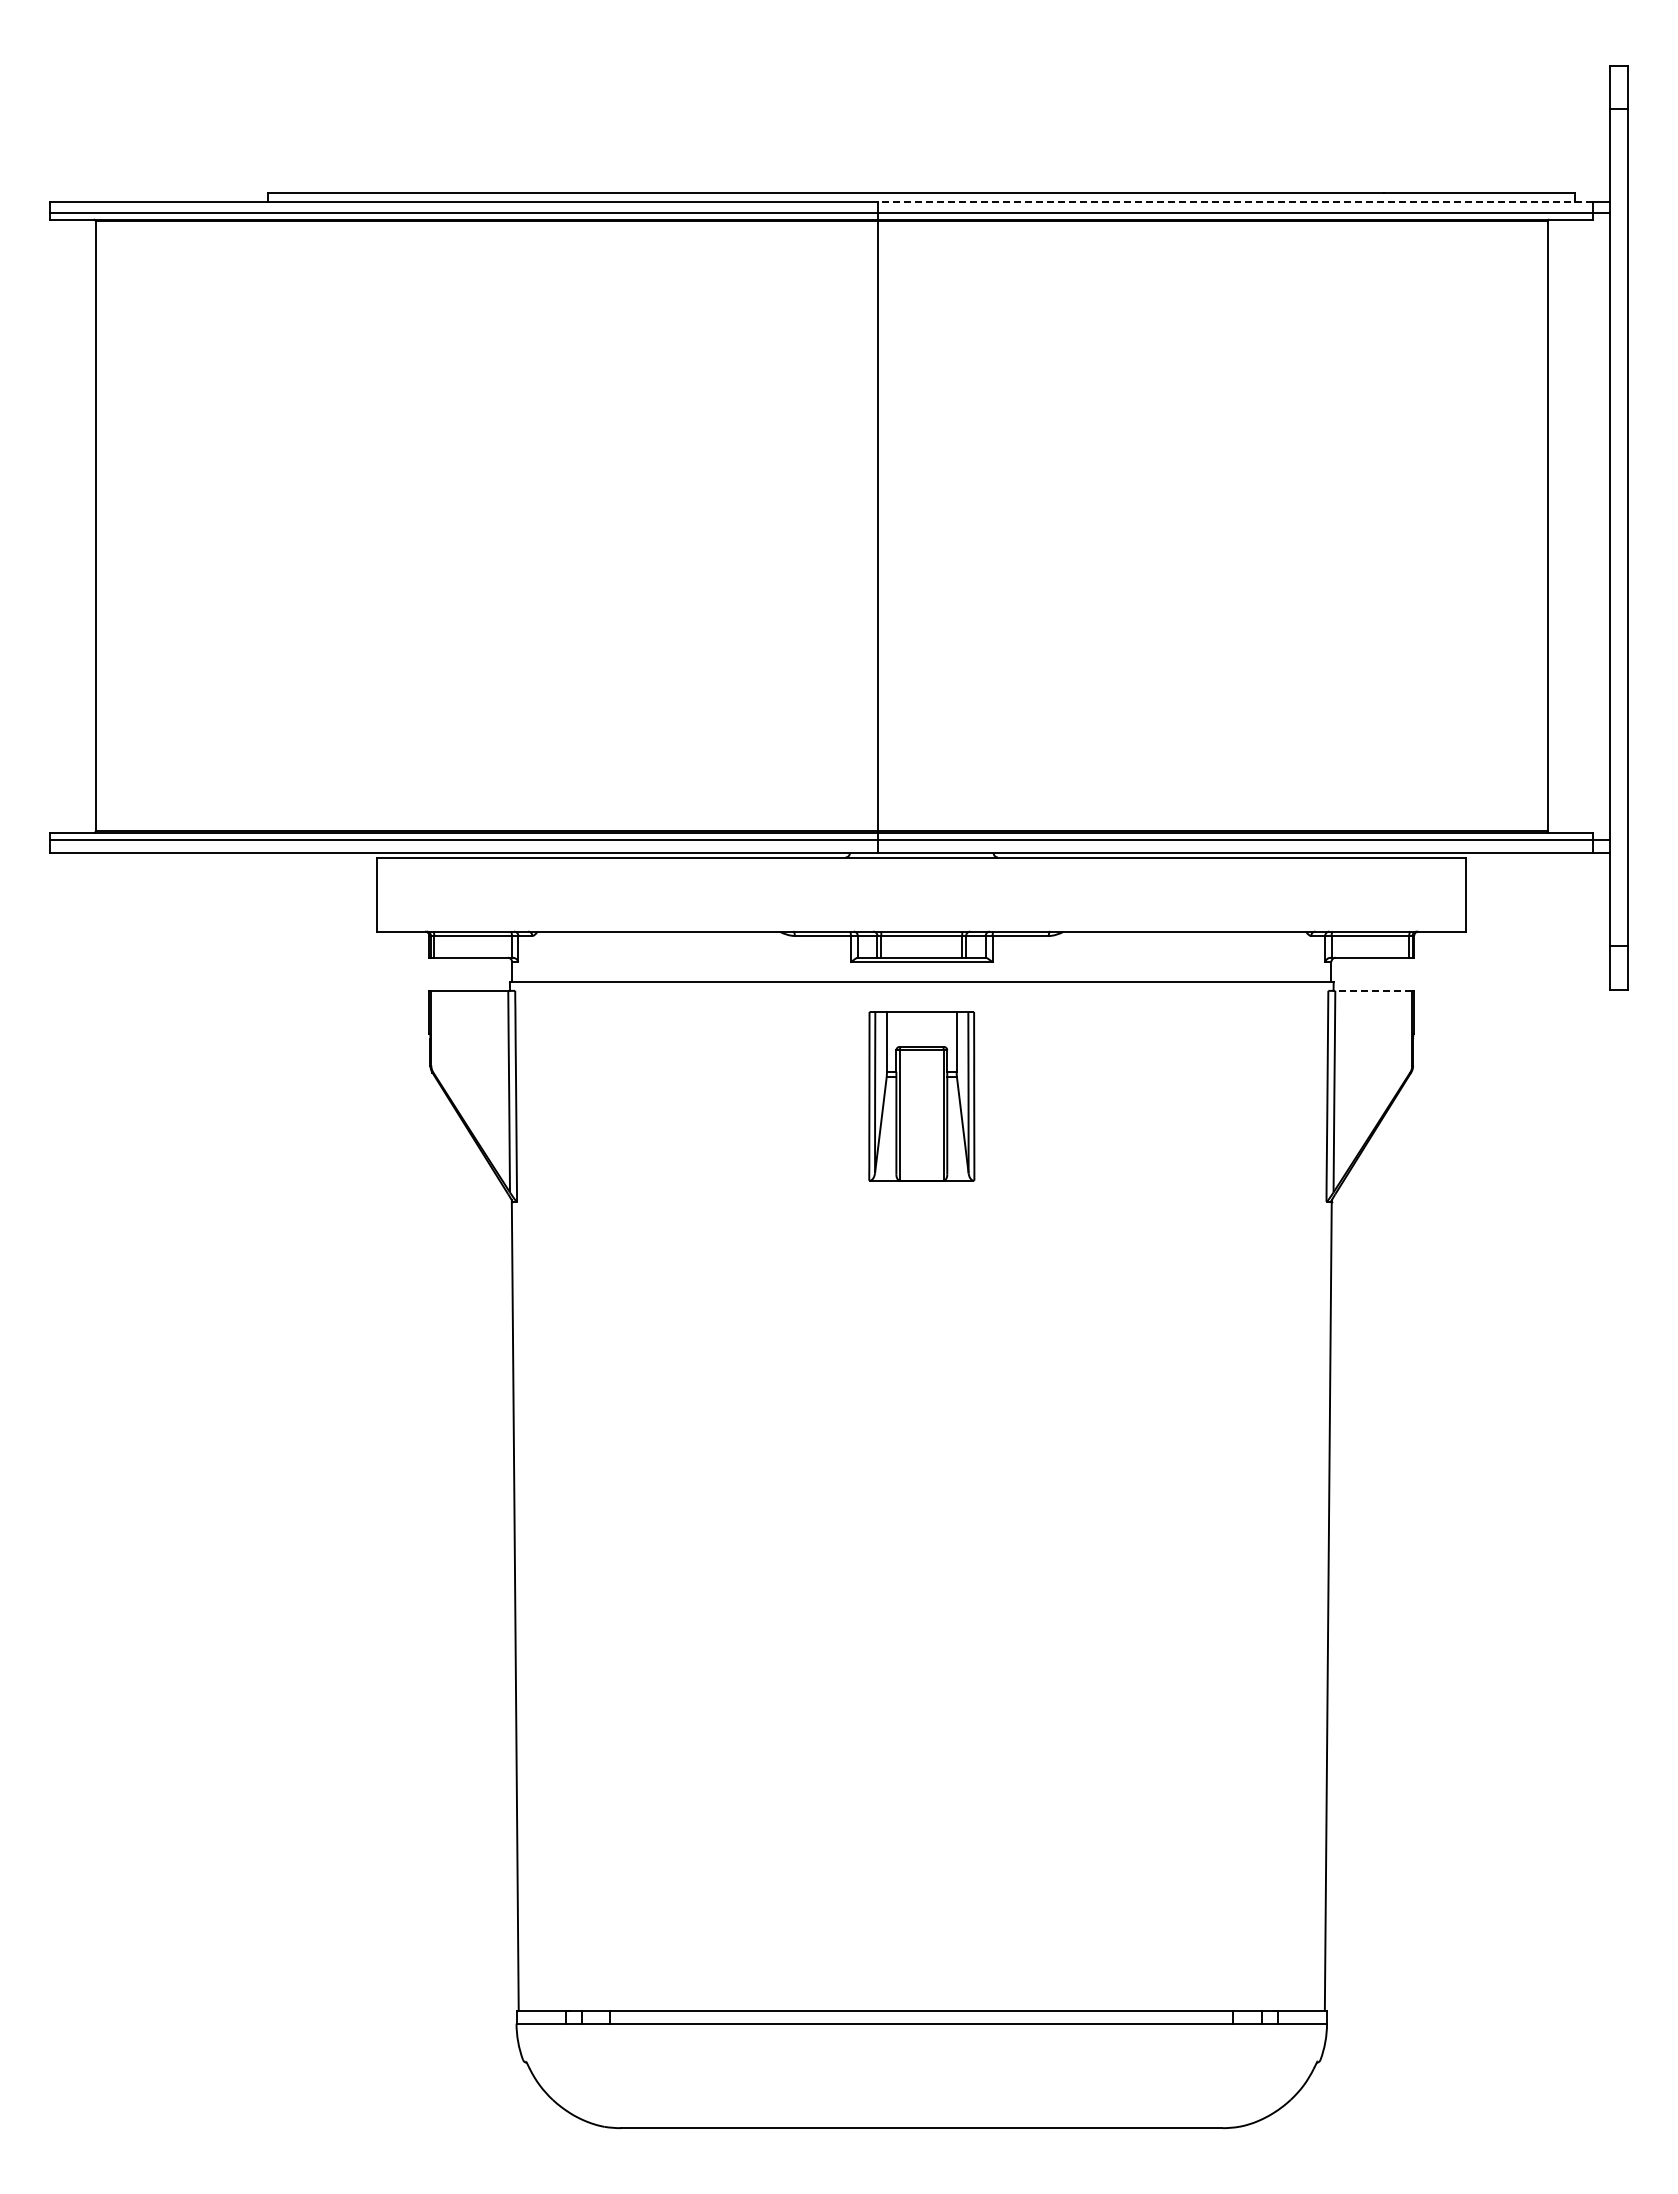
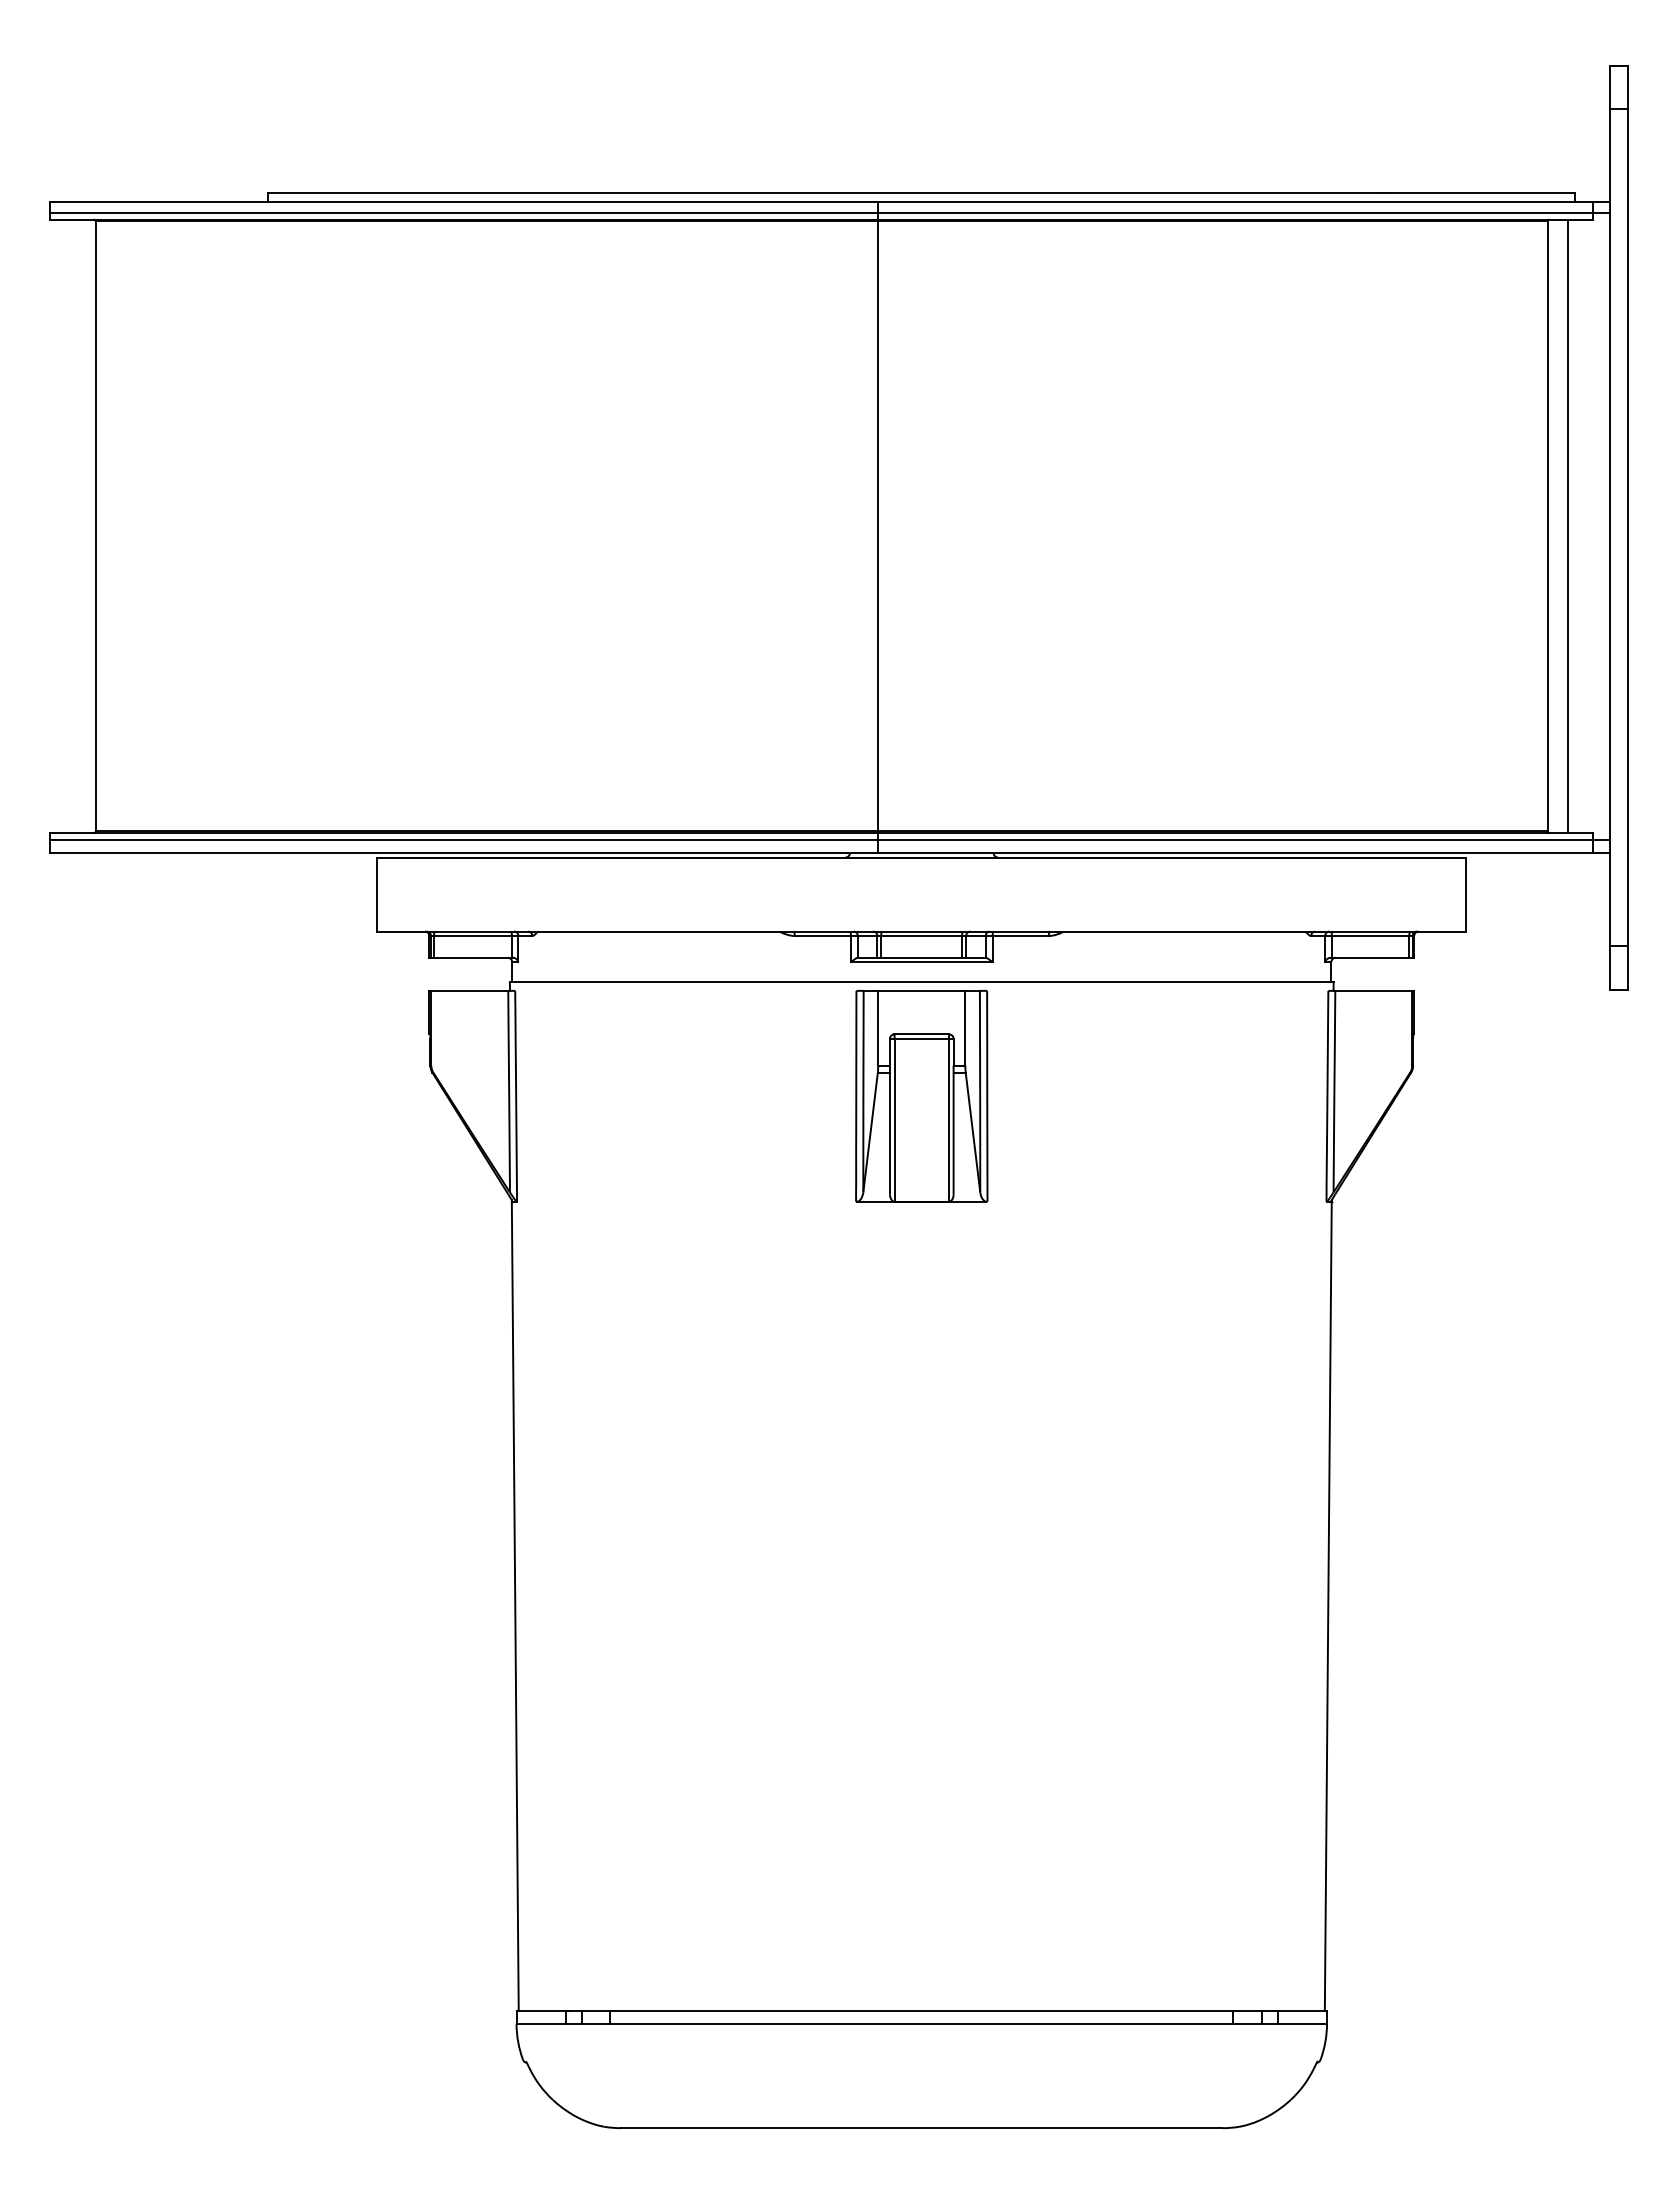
line at (1235, 202): dashed -> solid
line at (1568, 526): none -> present
line at (1373, 990): dashed -> solid
part at (921, 1096) size: 108x171 px -> 134x213 px
